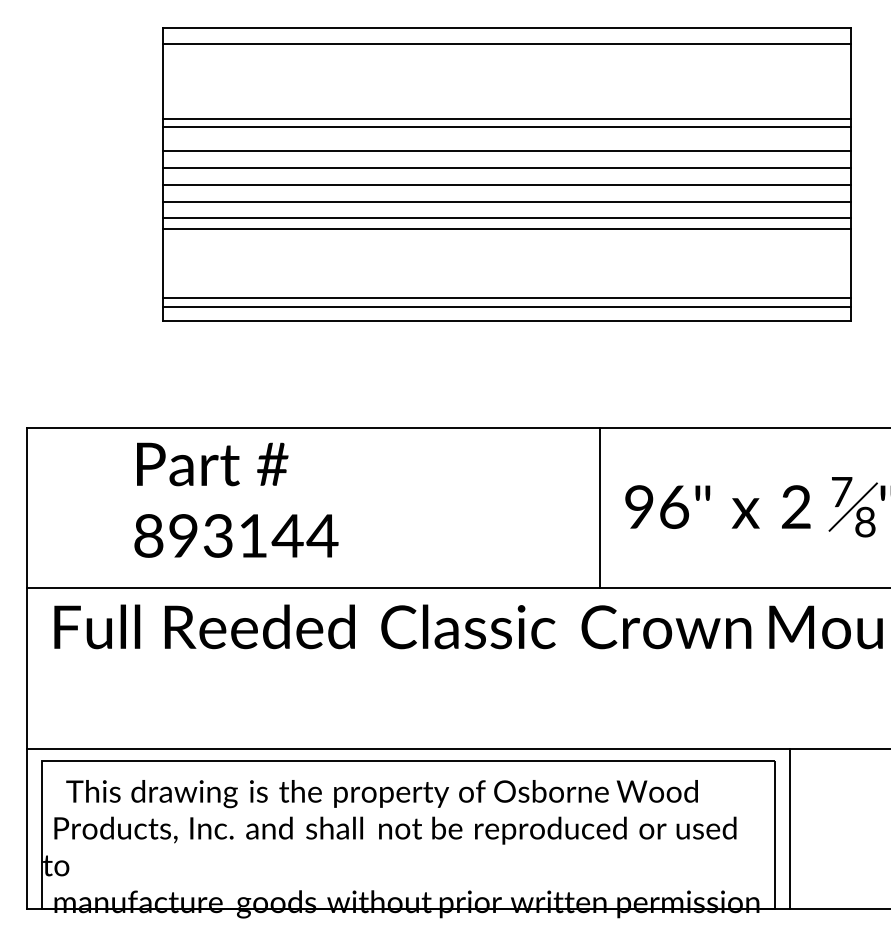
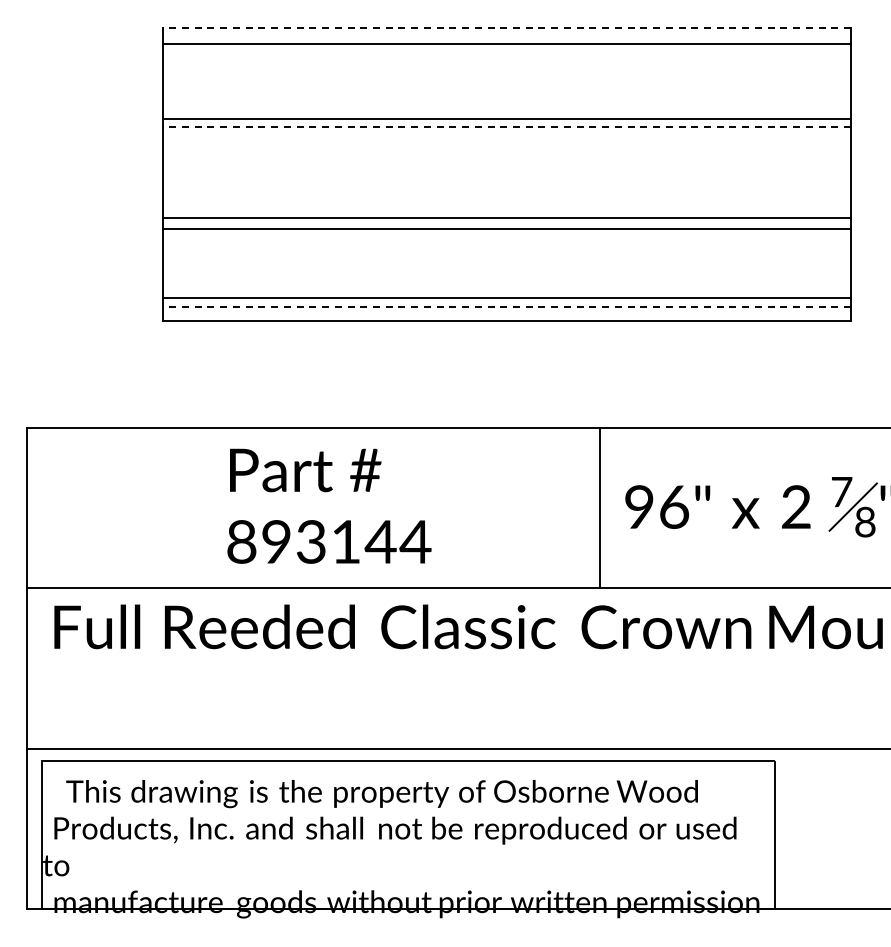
line at (507, 28): solid -> dashed
line at (507, 126): solid -> dashed
line at (507, 151): present -> none
line at (507, 168): present -> none
line at (507, 185): present -> none
line at (507, 202): present -> none
line at (507, 307): solid -> dashed
text at (236, 499) position: (236, 499) -> (329, 505)
line at (790, 828): present -> none
